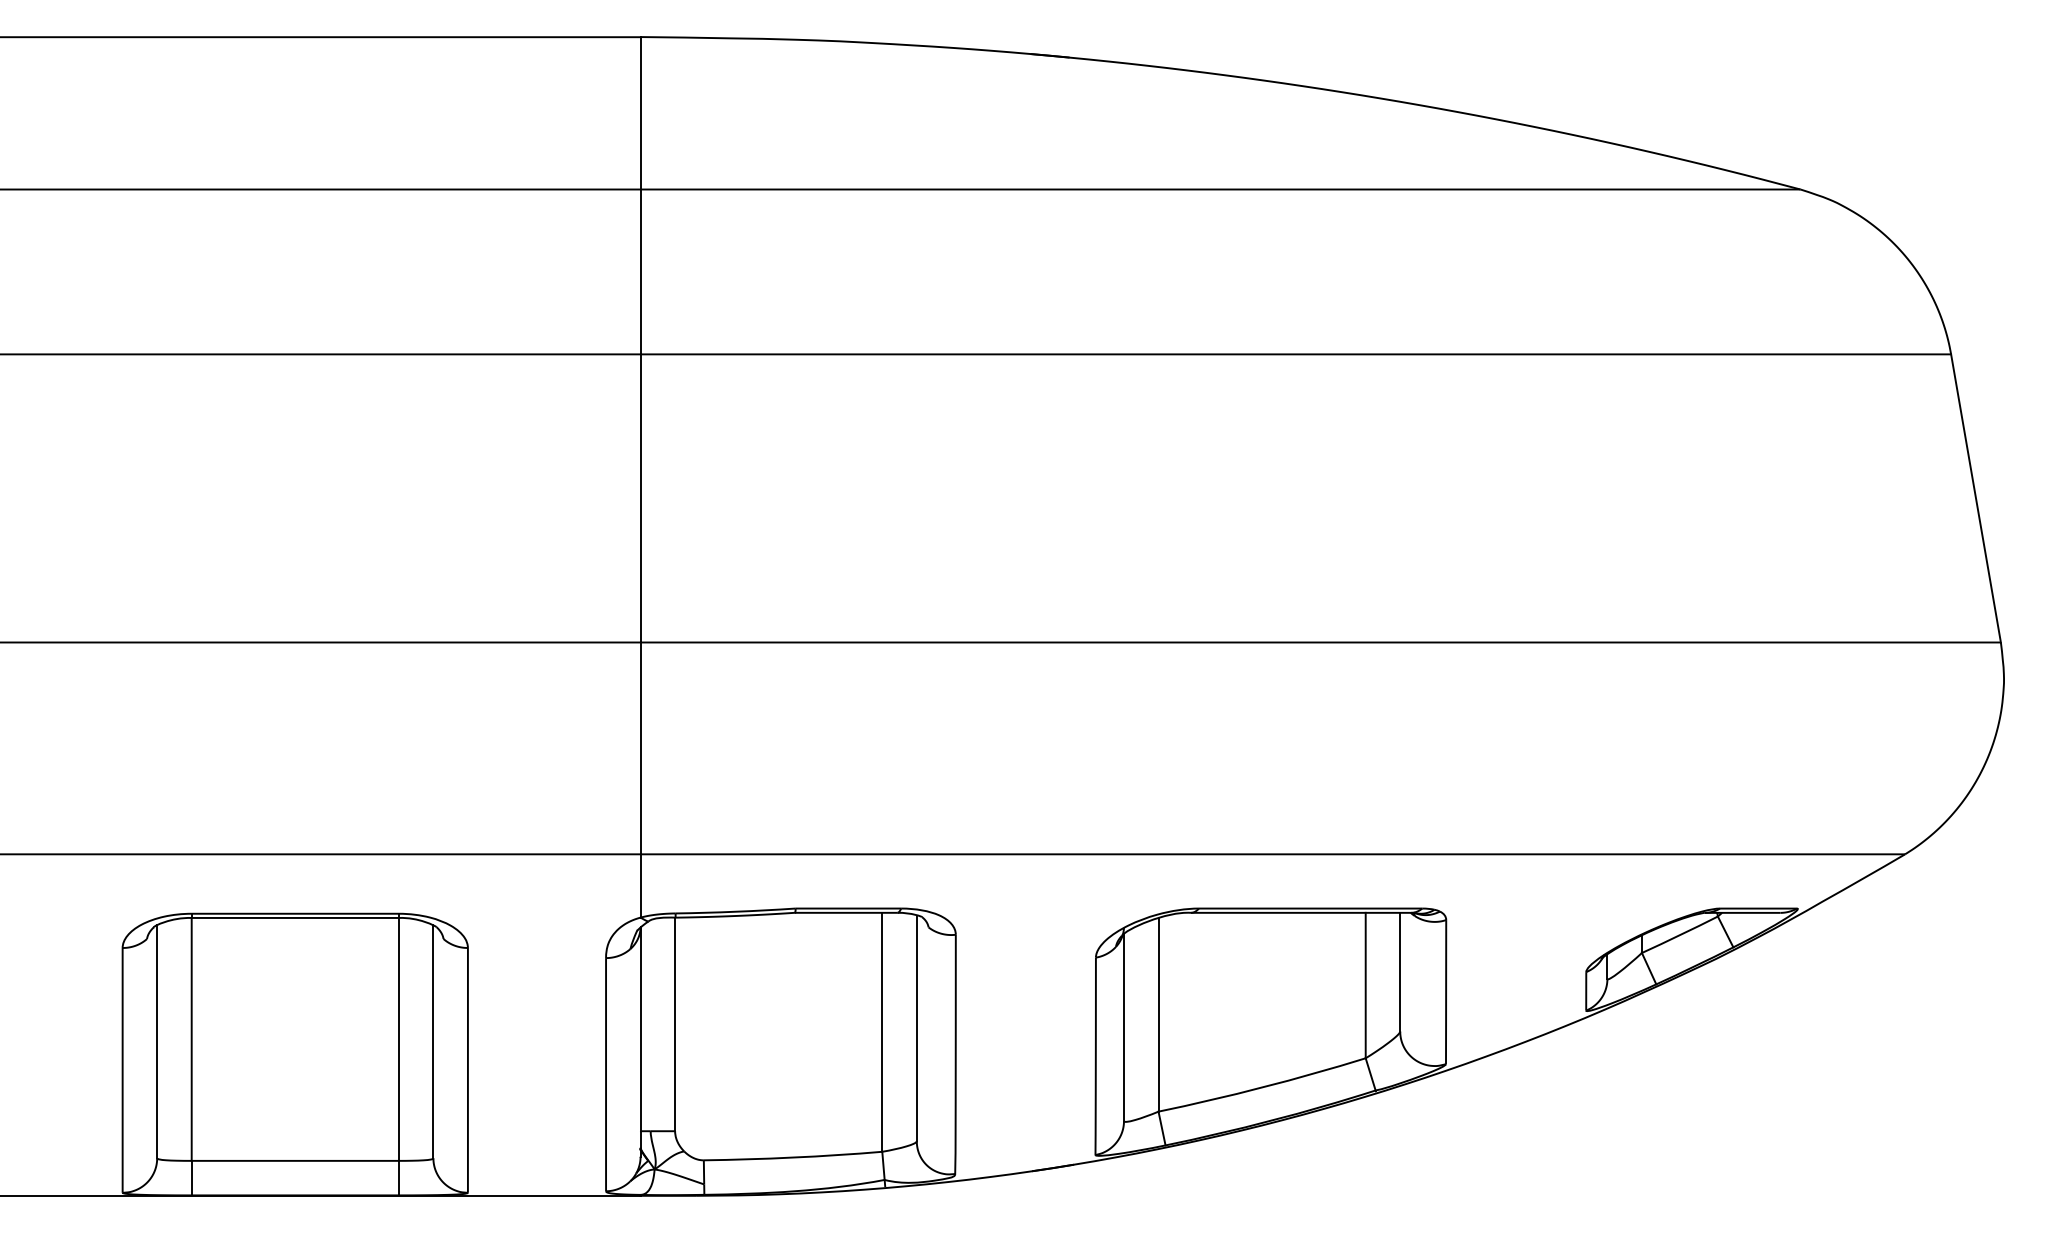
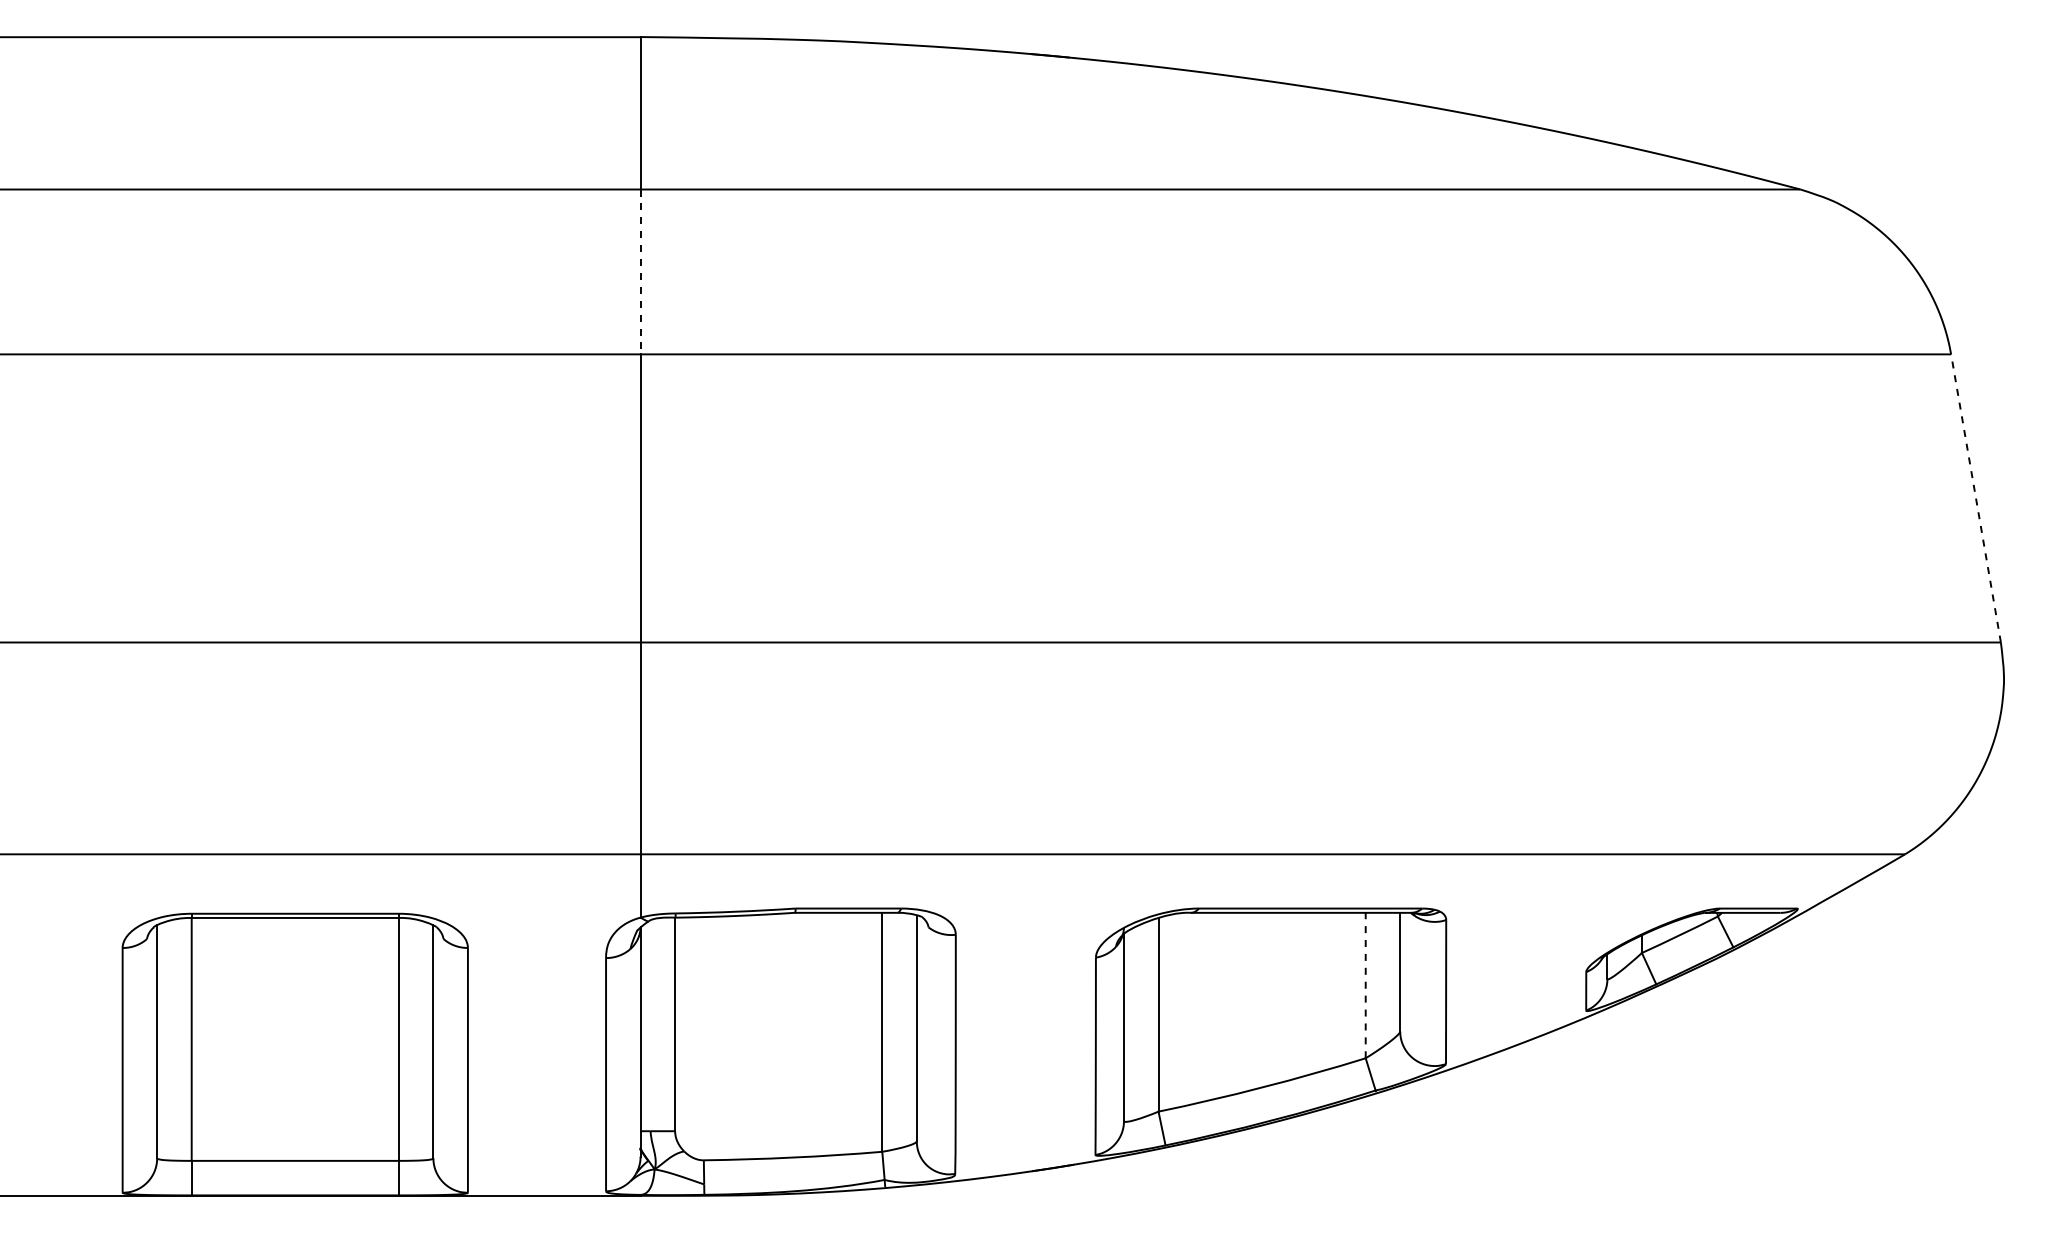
line at (640, 272): solid -> dashed
line at (1975, 497): solid -> dashed
line at (1365, 985): solid -> dashed
